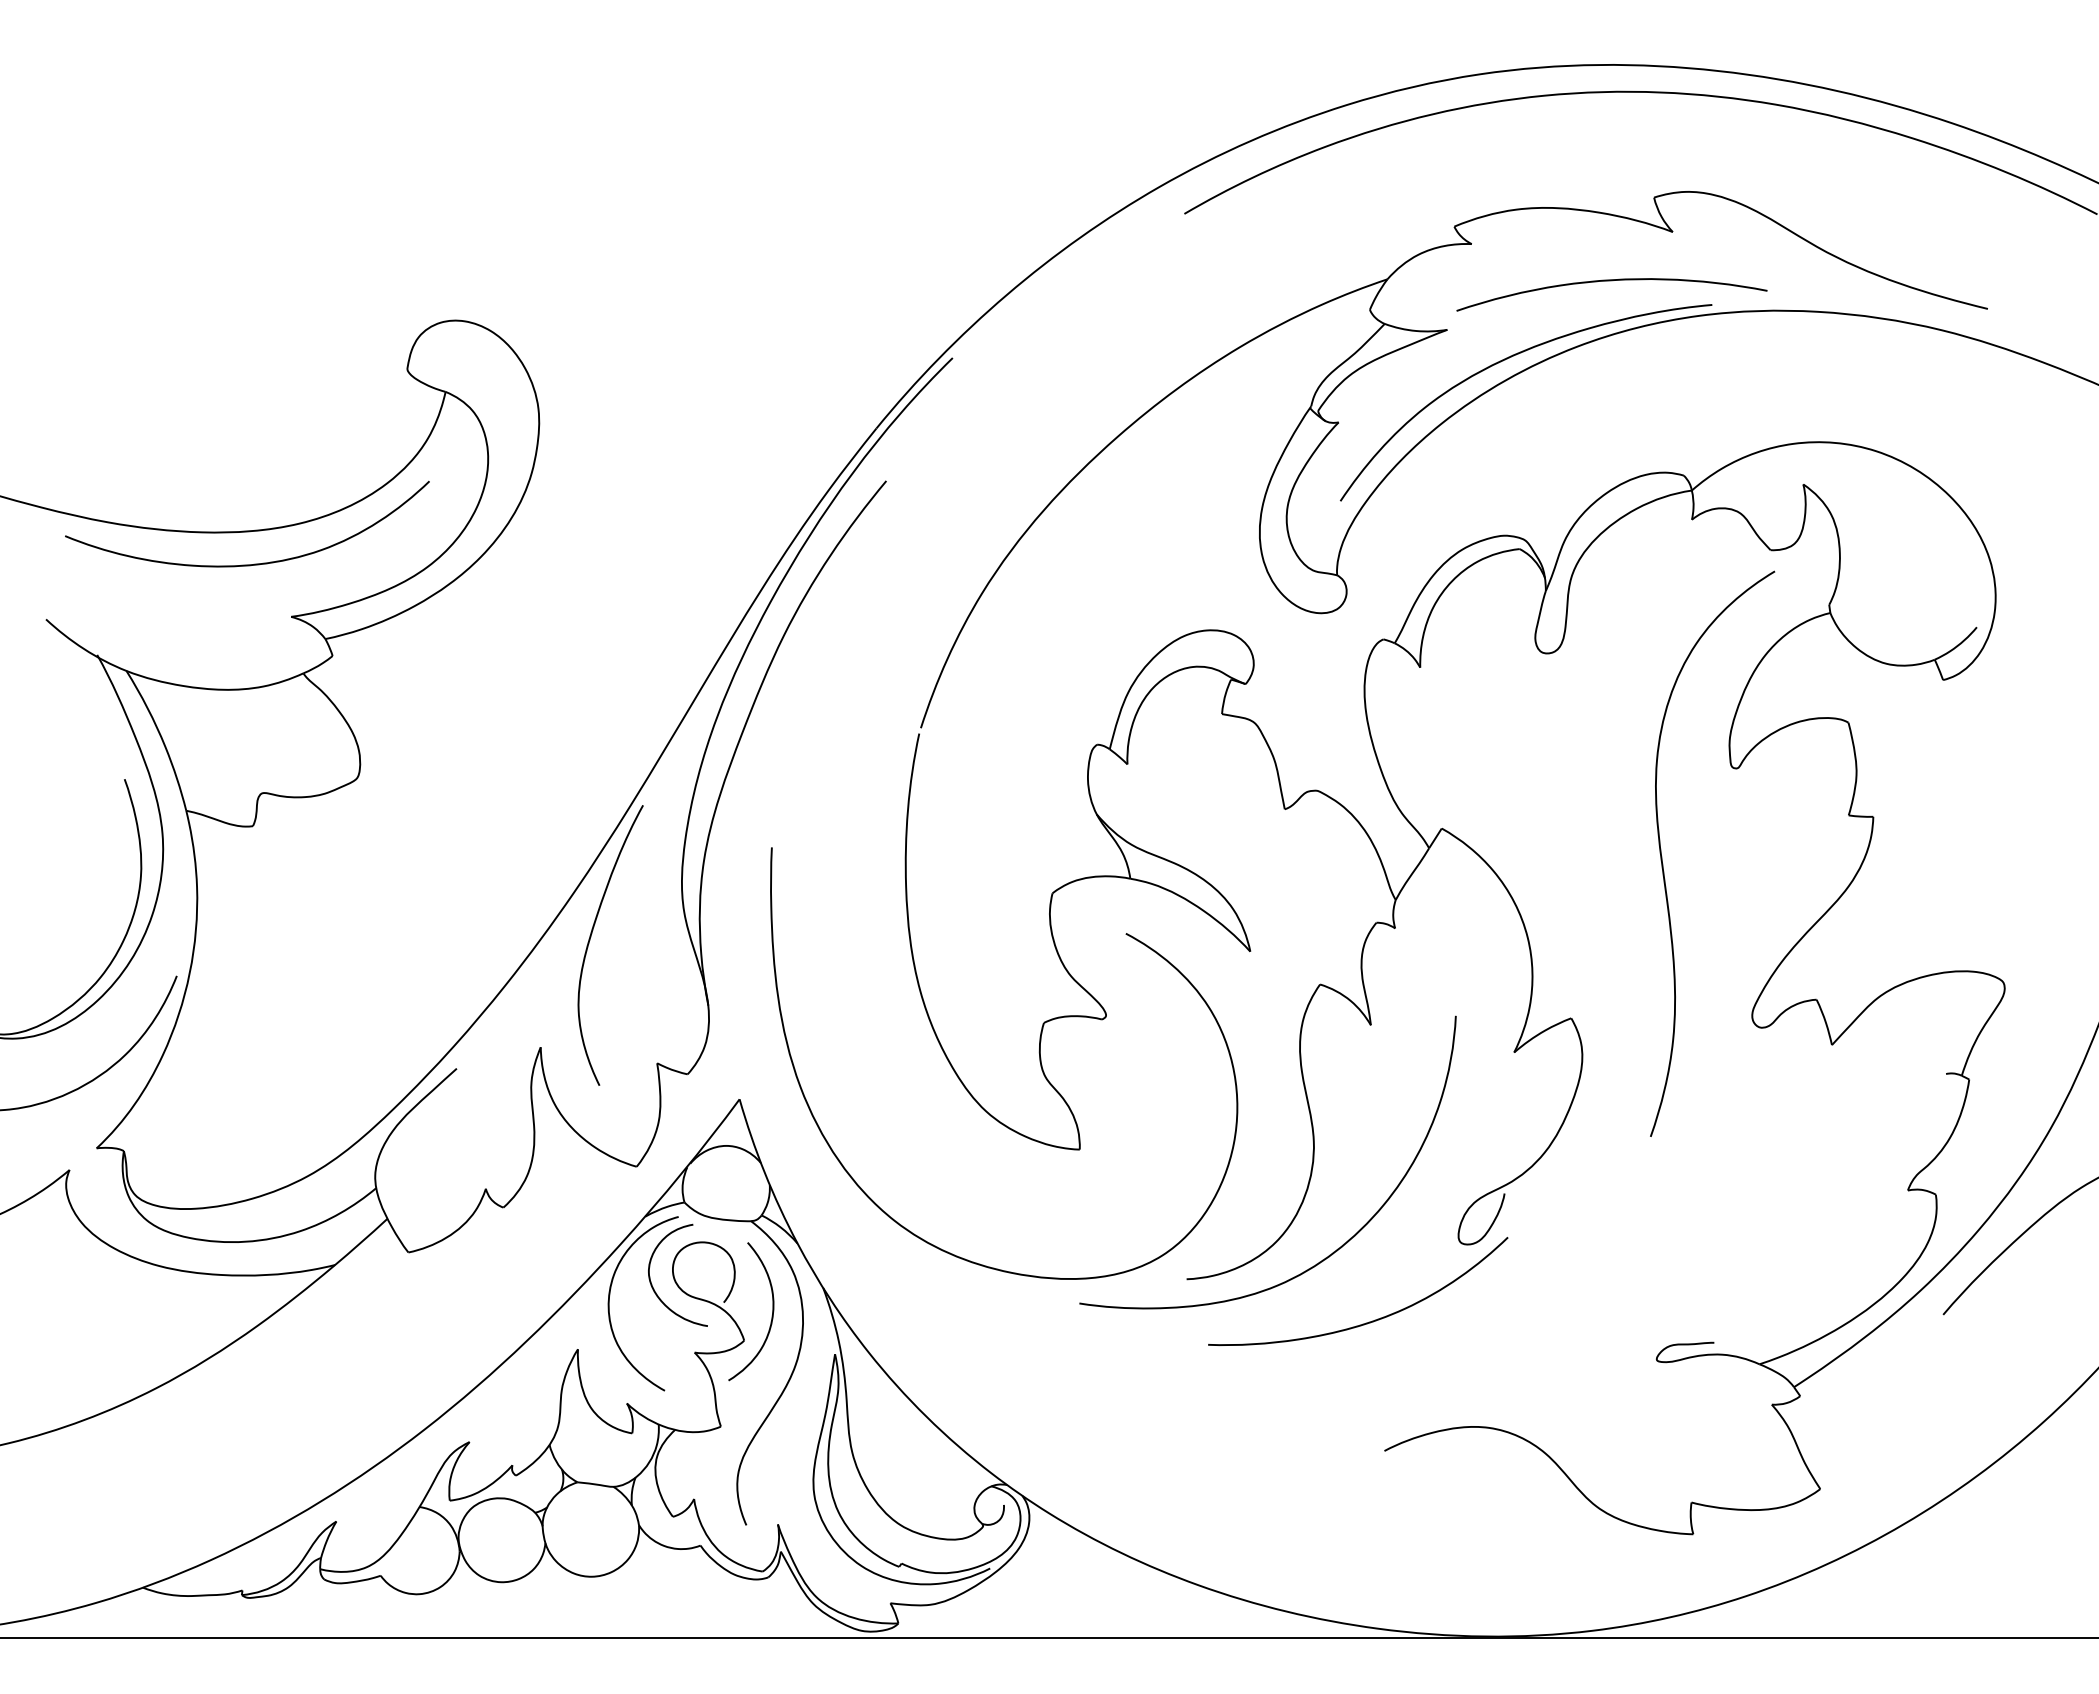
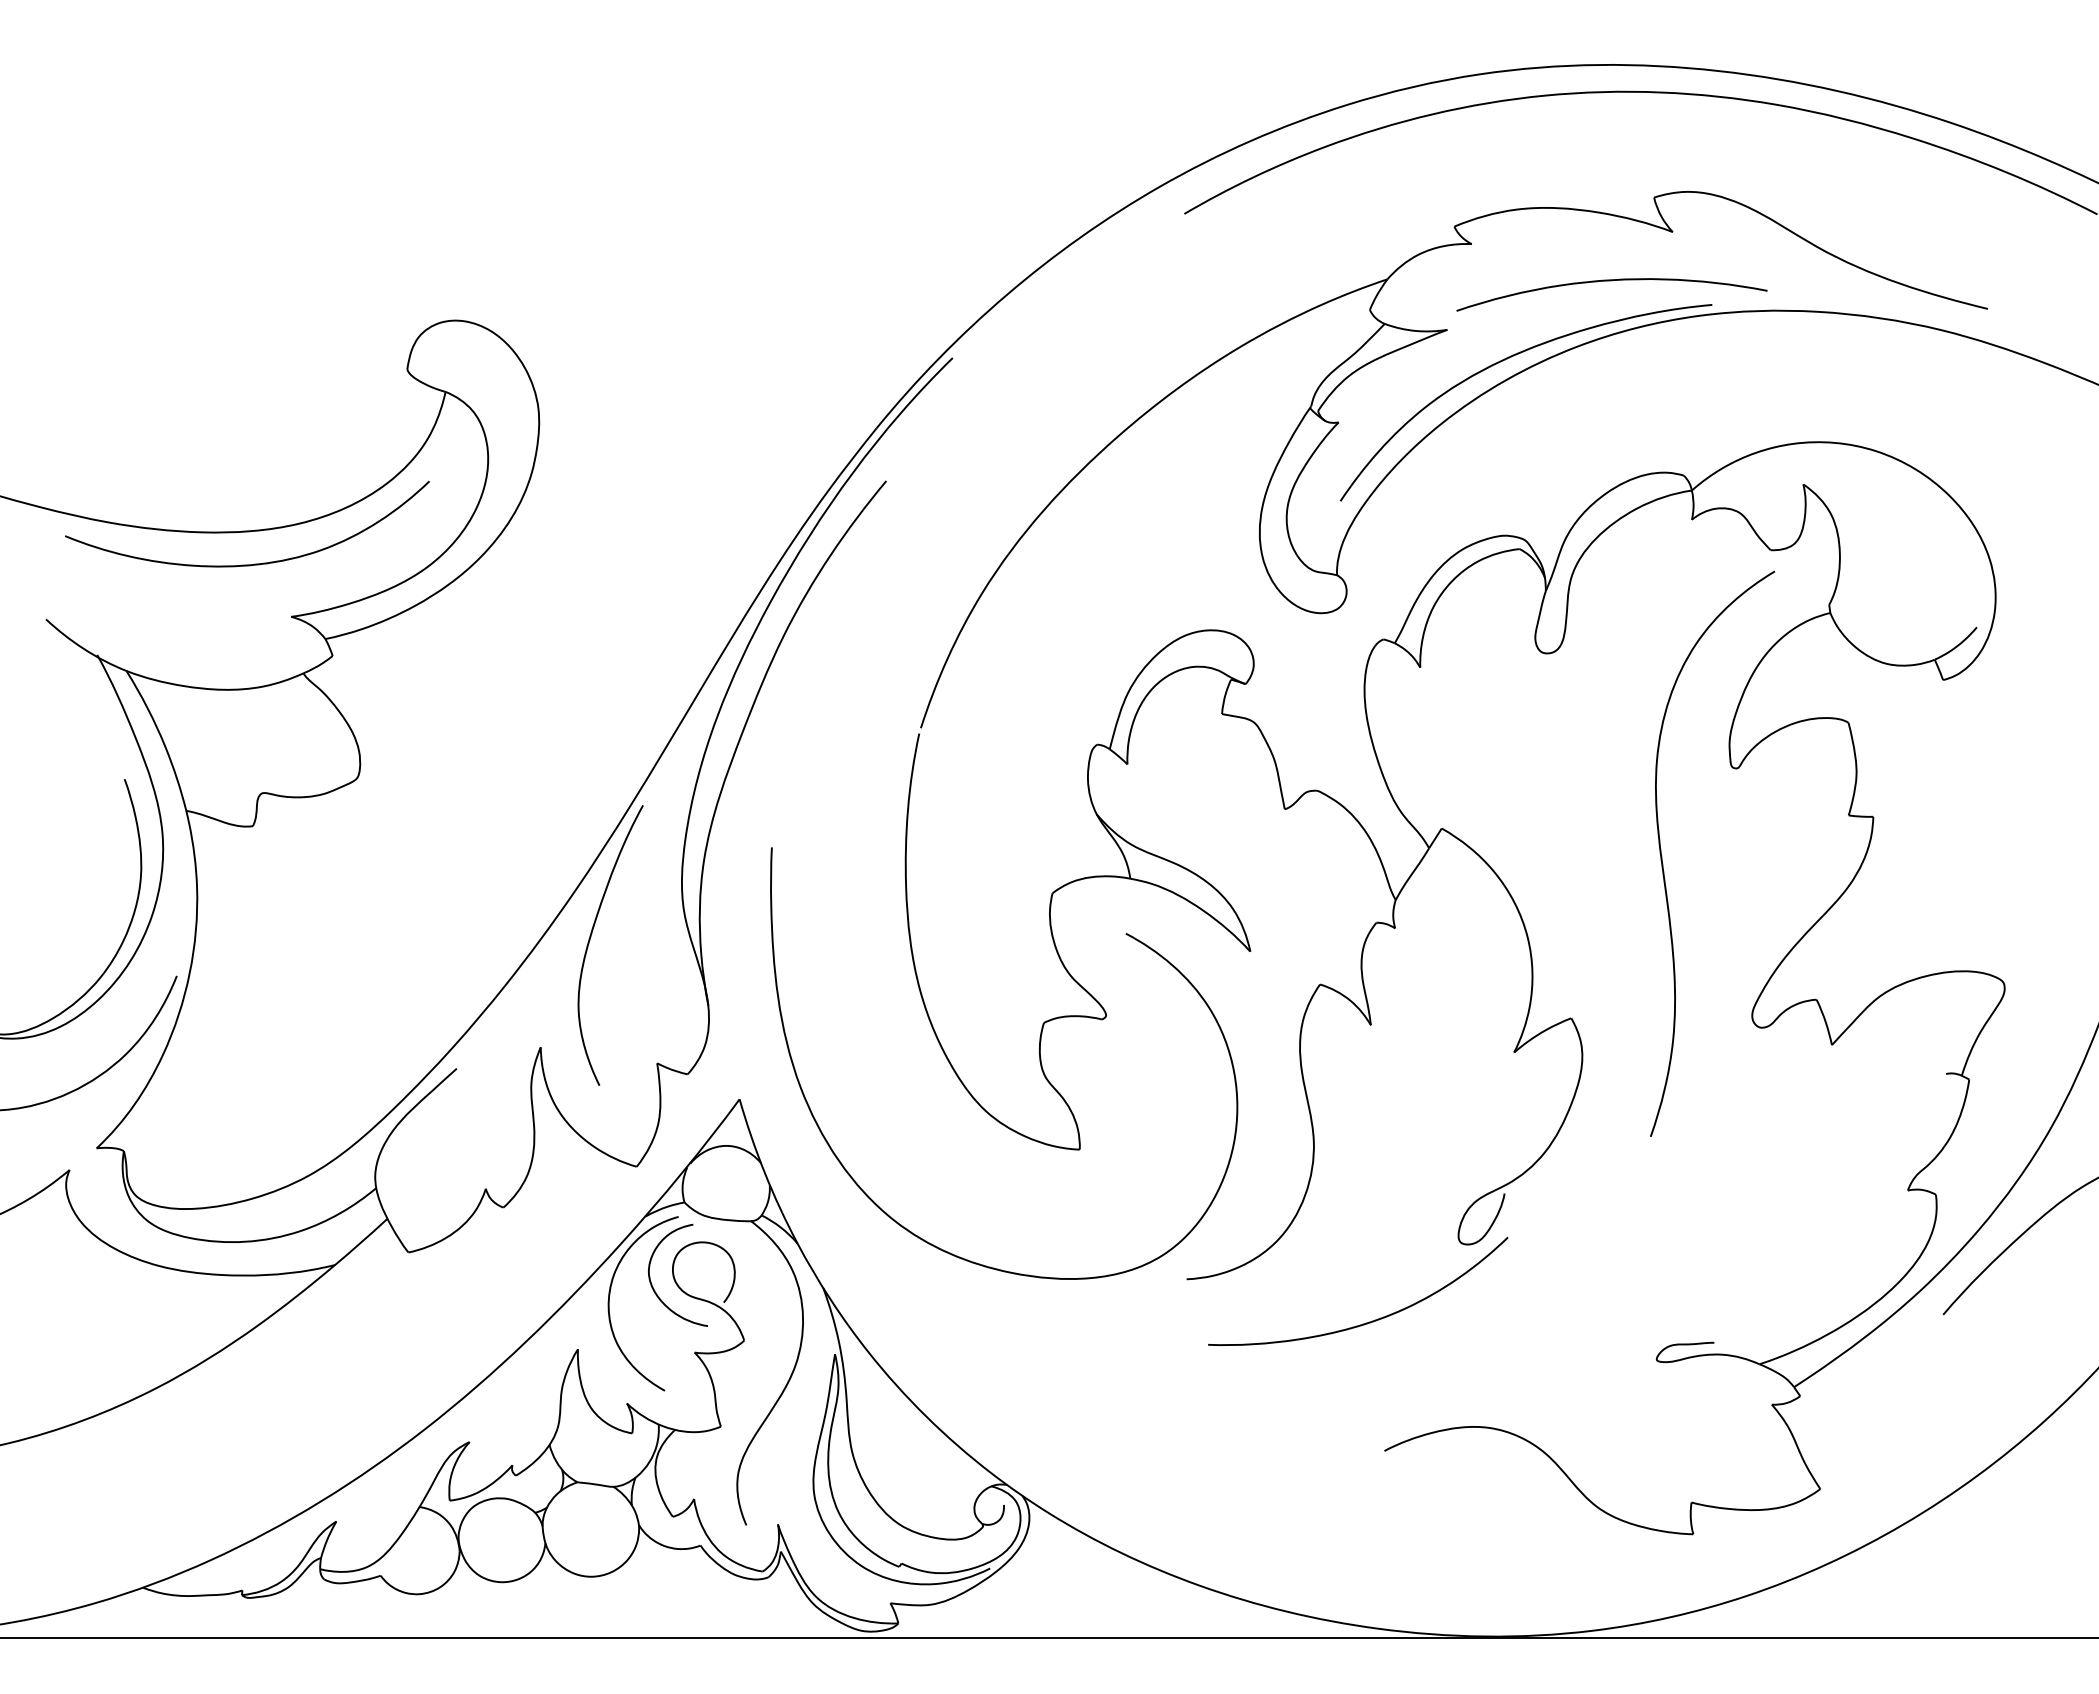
curve at (1333, 1251): present -> none
curve at (771, 1315): present -> none
